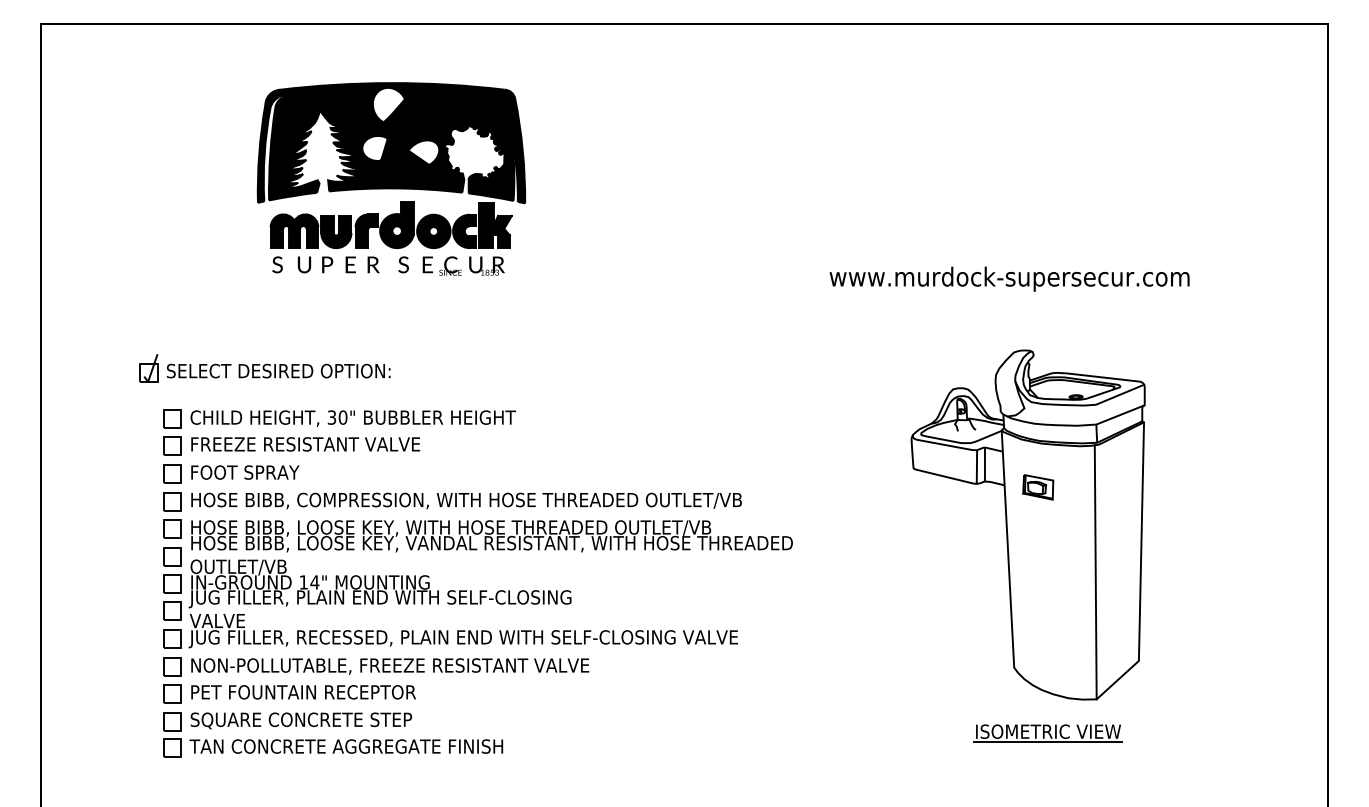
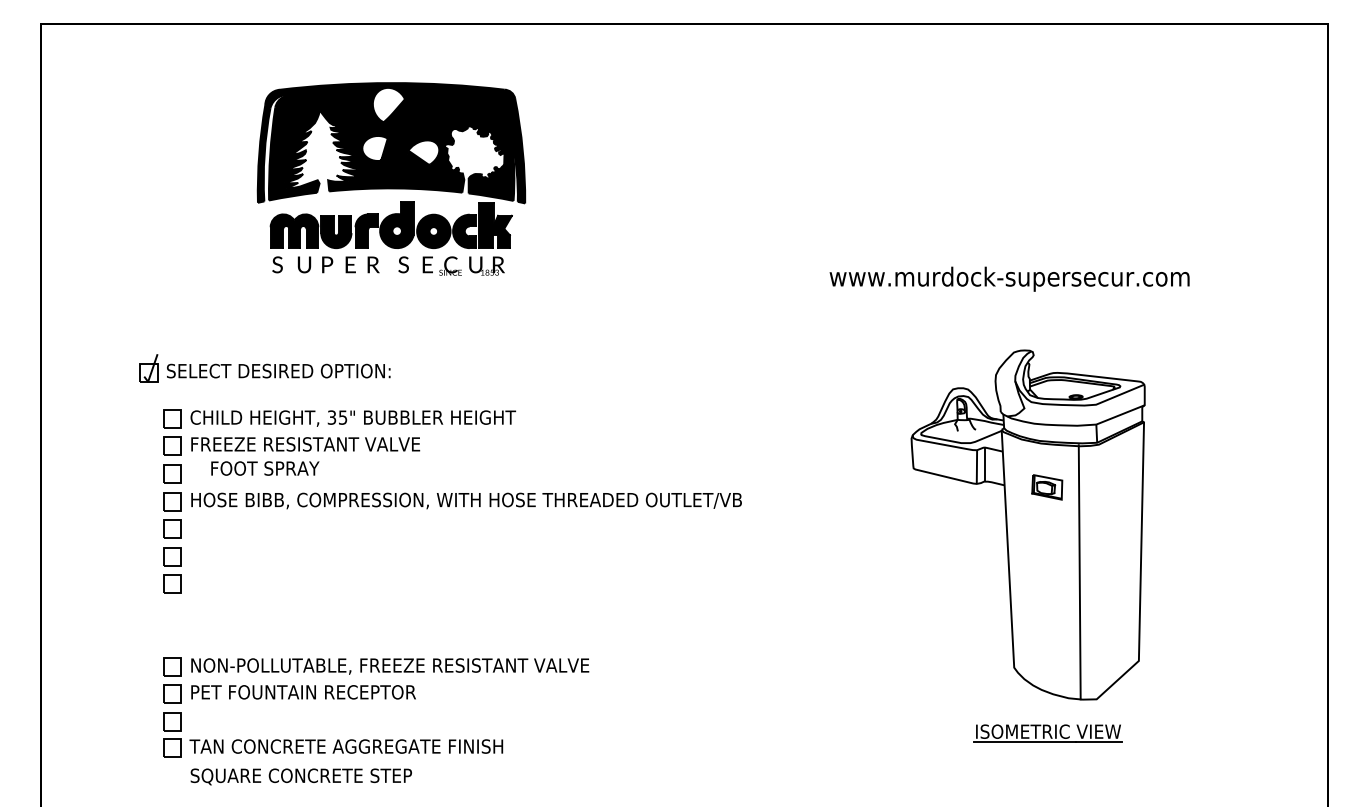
text at (342, 417): 30" -> 35"
text at (245, 472) position: (245, 472) -> (265, 468)
part at (1038, 487) position: (1038, 487) -> (1047, 487)
line at (1095, 572) position: (1095, 572) -> (1079, 572)
part at (479, 590): present -> none
text at (300, 720) position: (300, 720) -> (300, 776)
